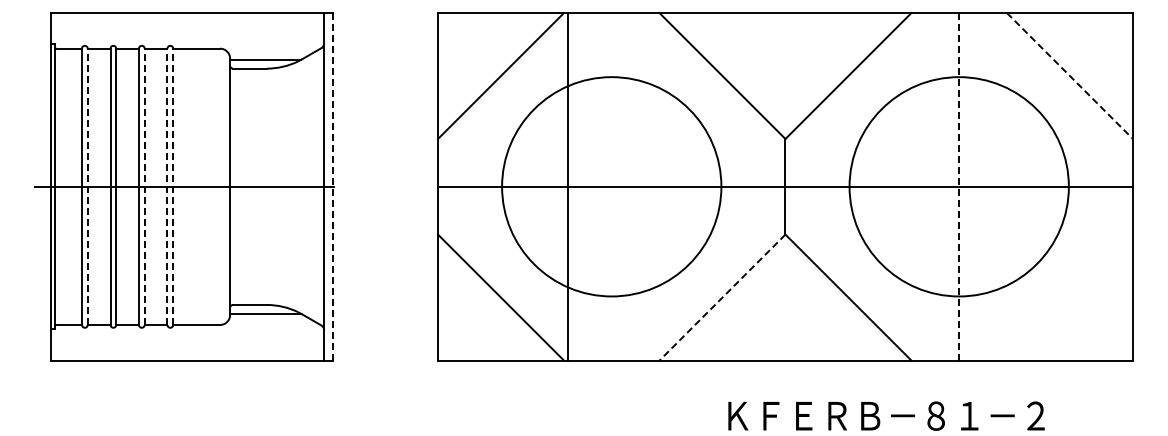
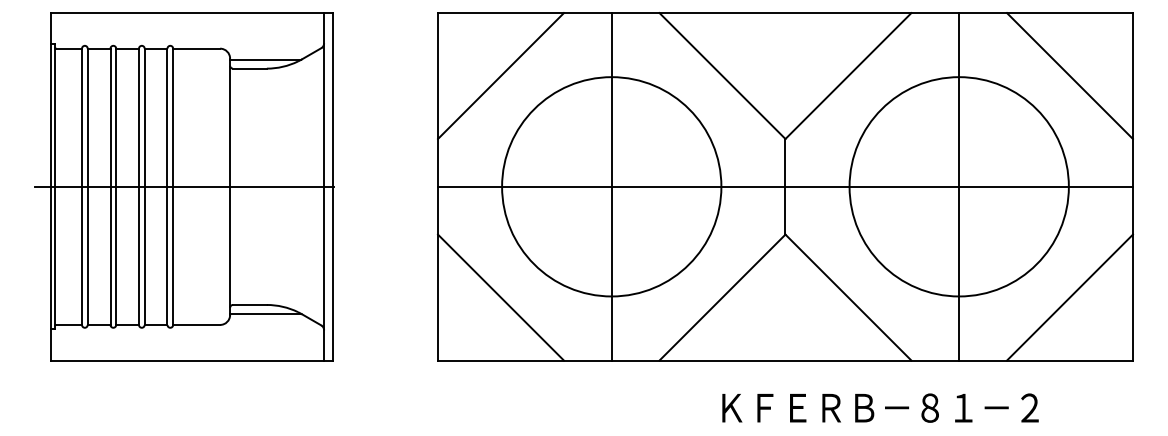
line at (1070, 76): dashed -> solid
line at (87, 186): dashed -> solid
line at (144, 186): dashed -> solid
line at (167, 186): dashed -> solid
line at (173, 186): dashed -> solid
line at (332, 186): dashed -> solid
line at (567, 186) position: (567, 186) -> (611, 186)
line at (959, 186): dashed -> solid
line at (722, 297): dashed -> solid
line at (1069, 297): none -> present
text at (886, 415) position: (886, 415) -> (880, 407)
